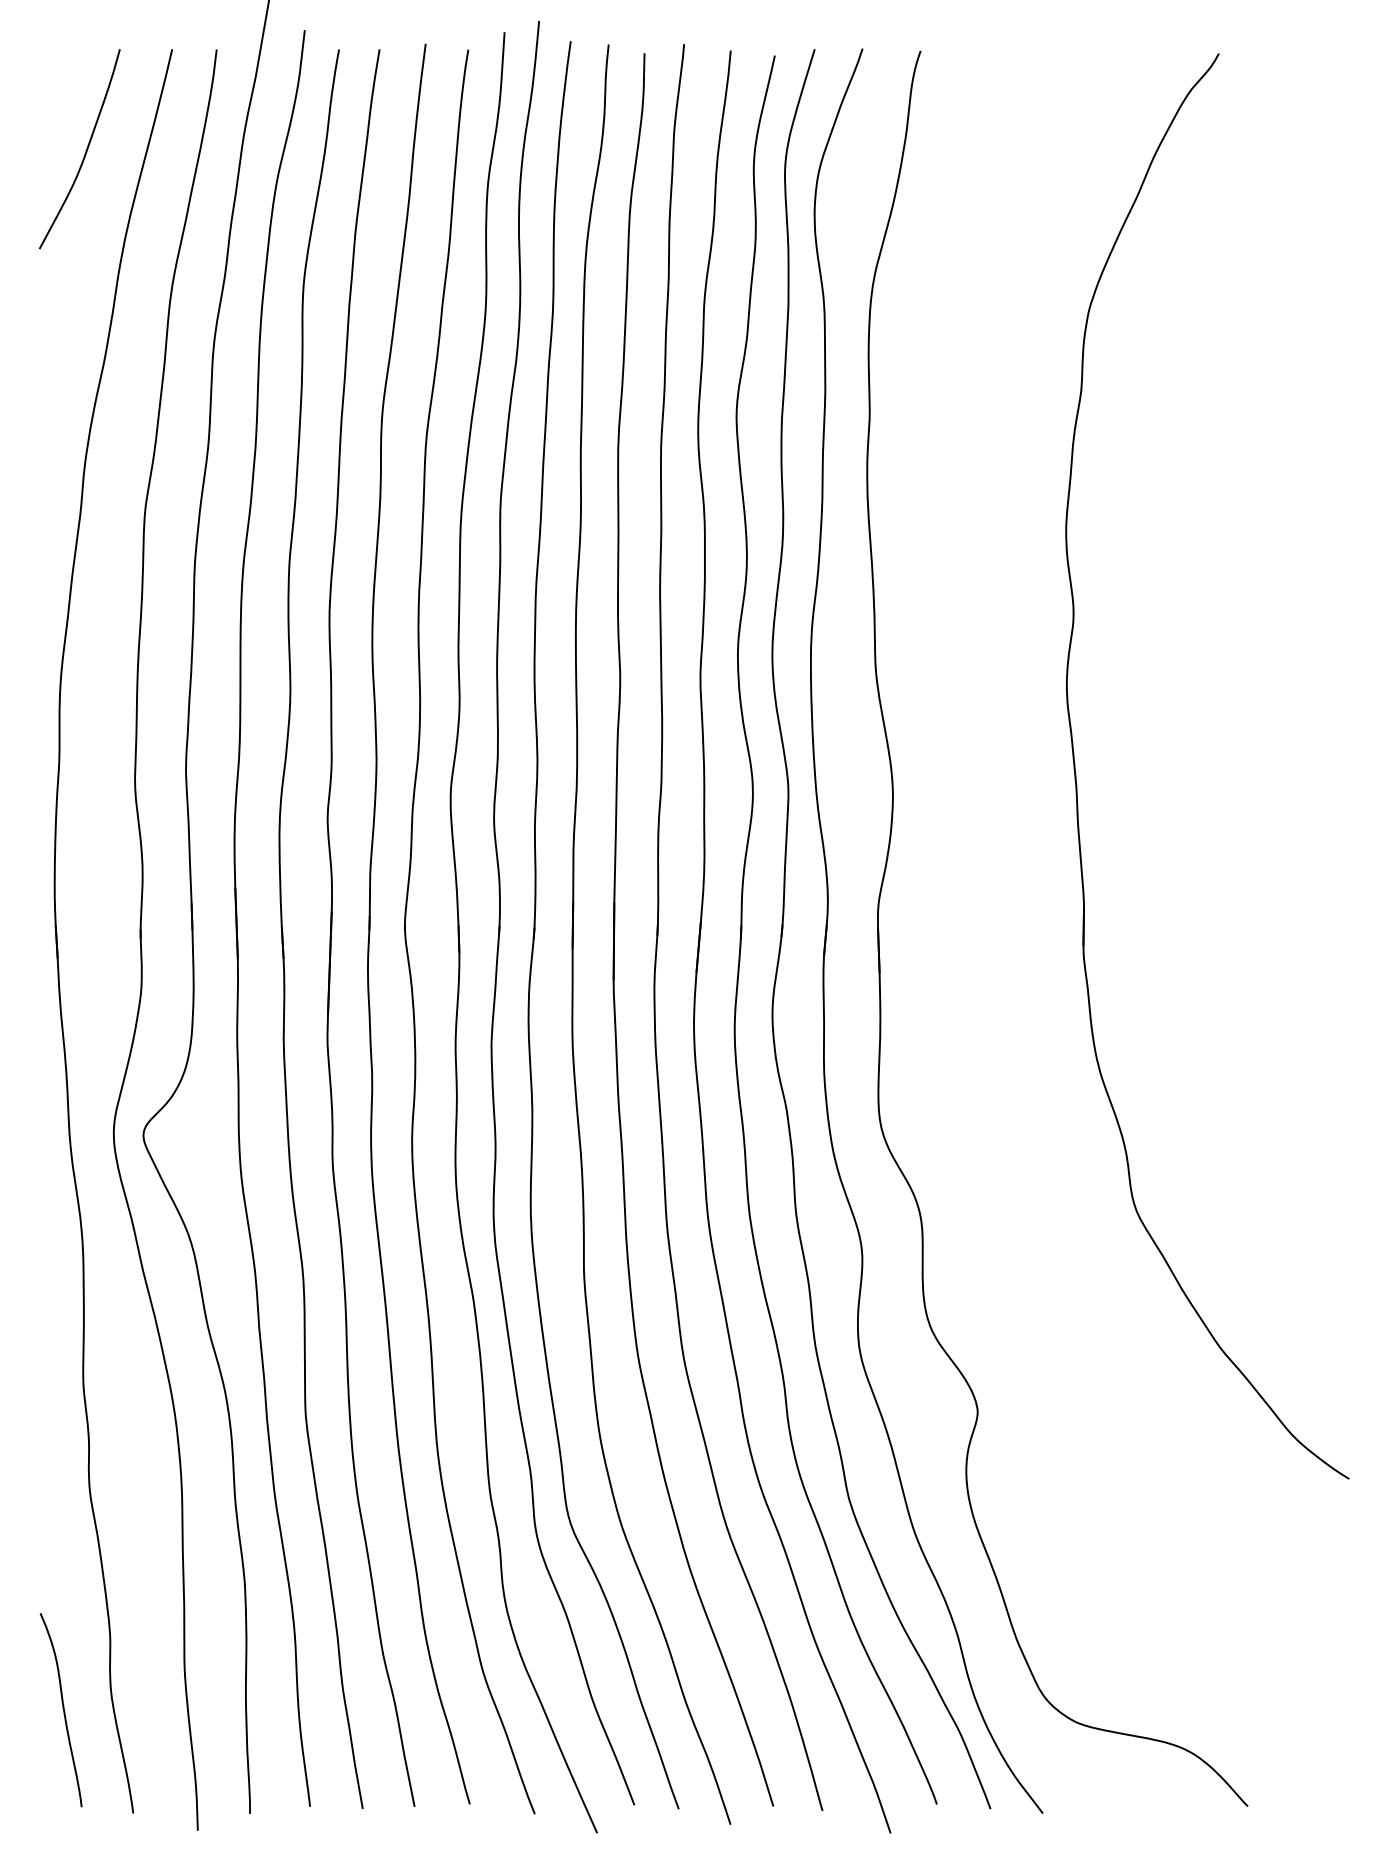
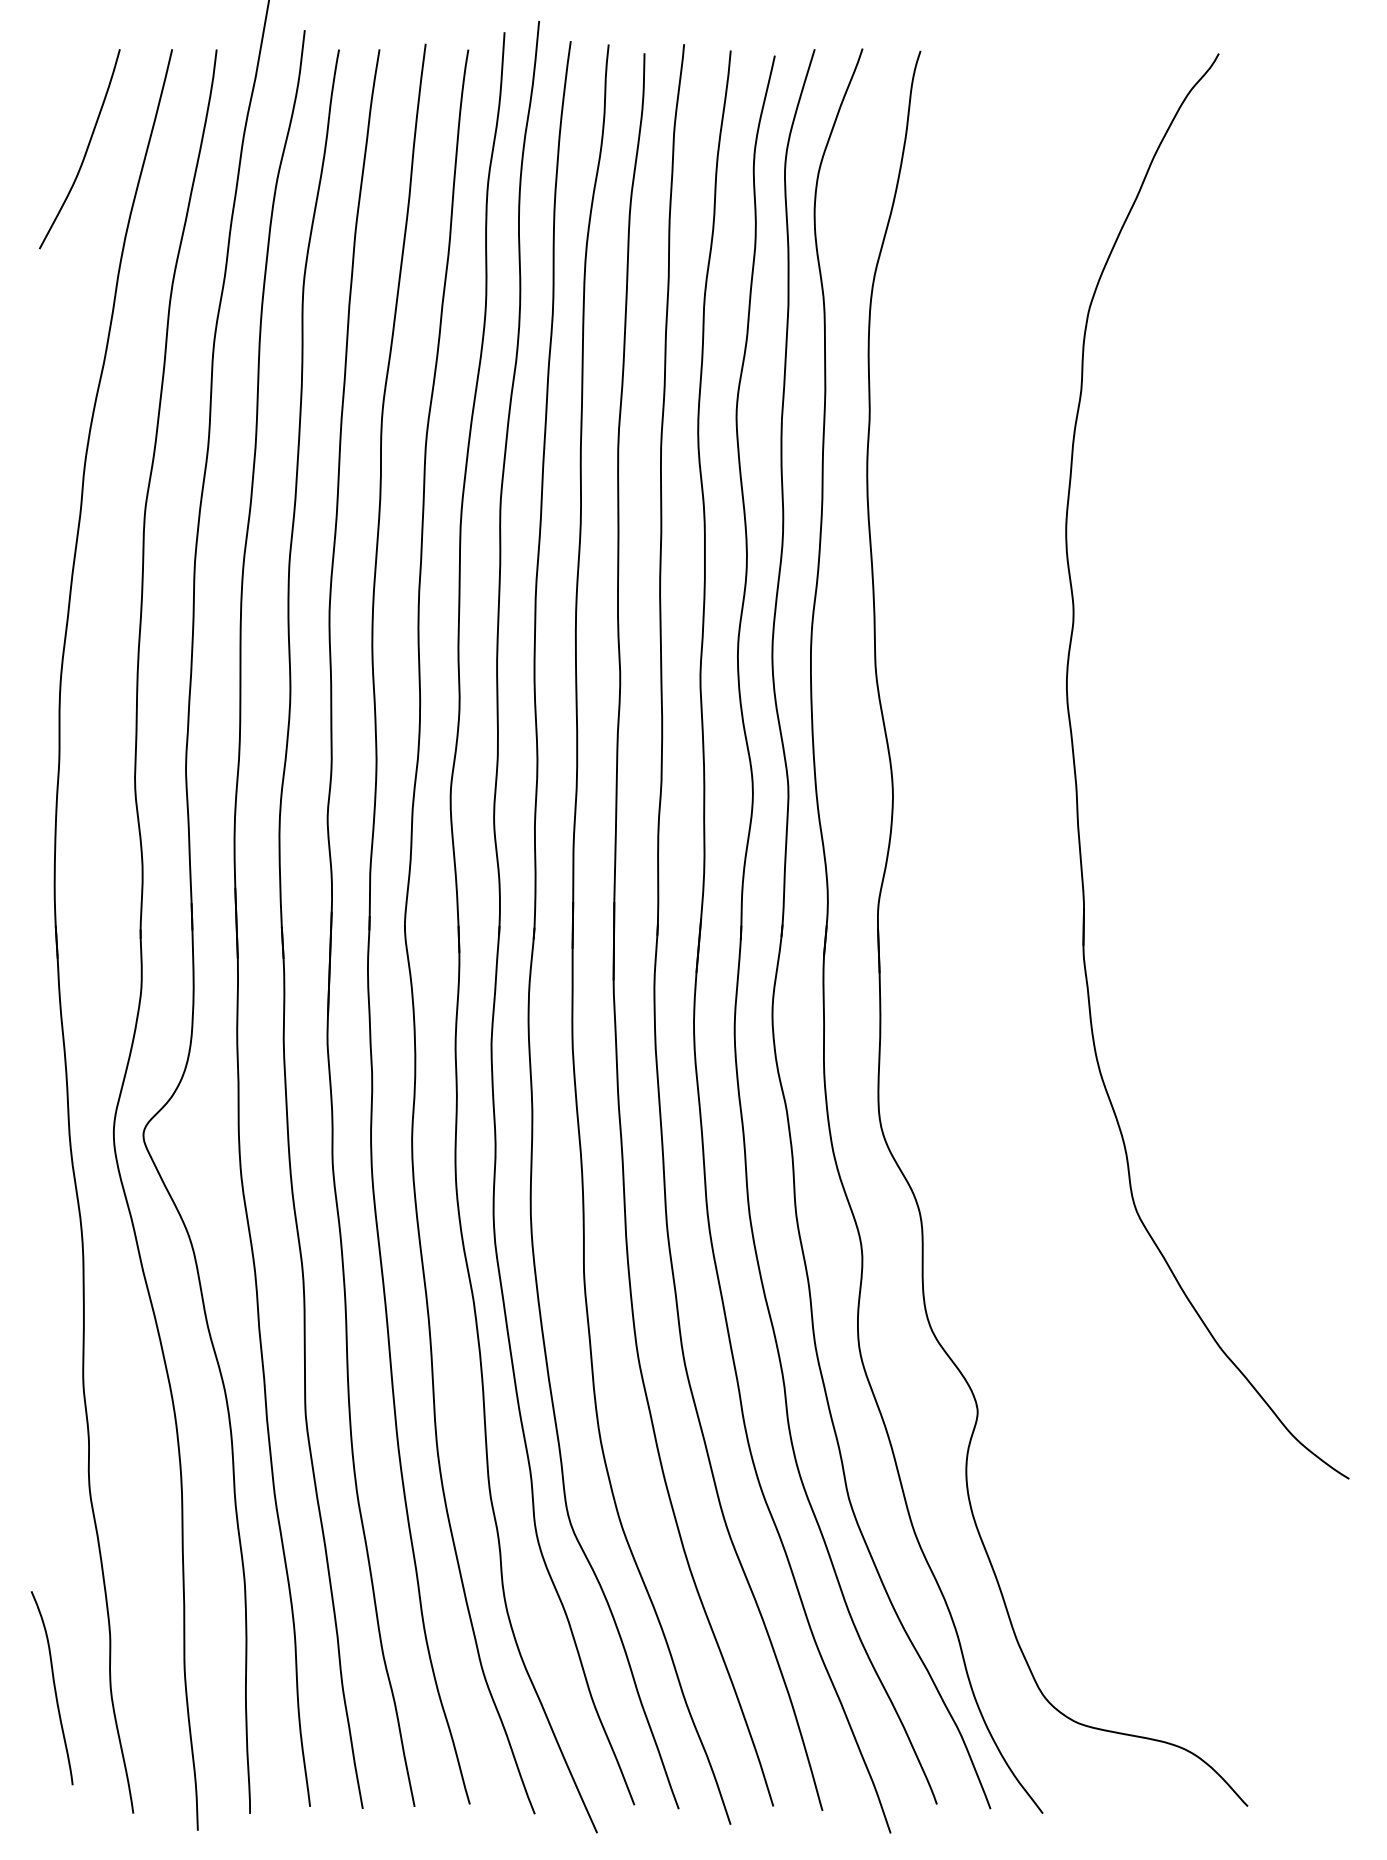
curve at (62, 1708) position: (62, 1708) -> (53, 1686)
